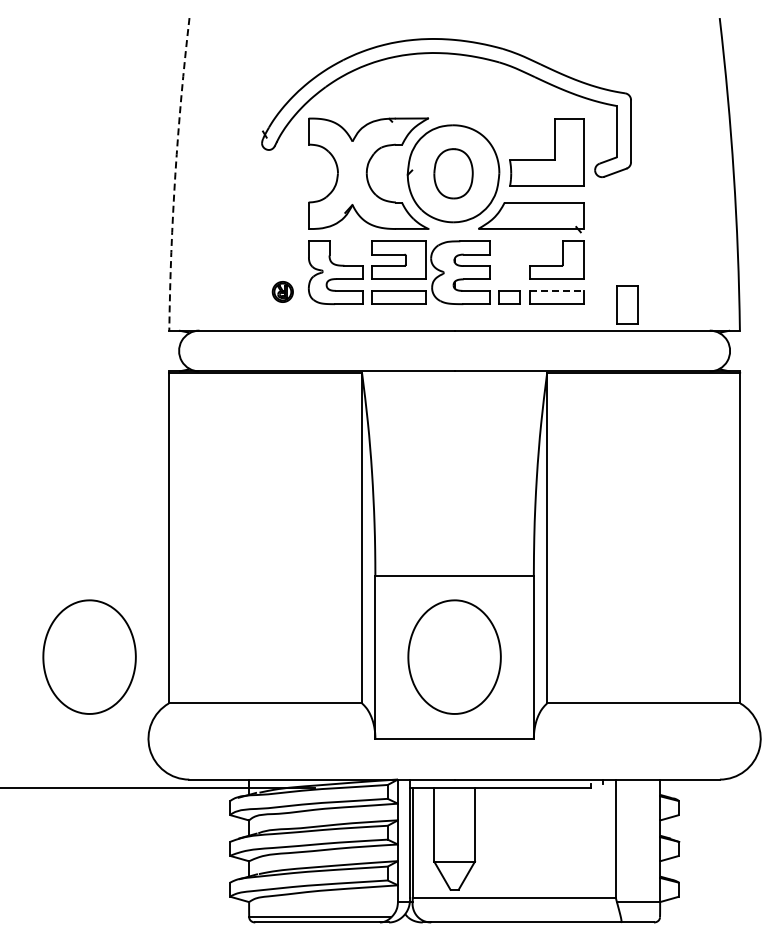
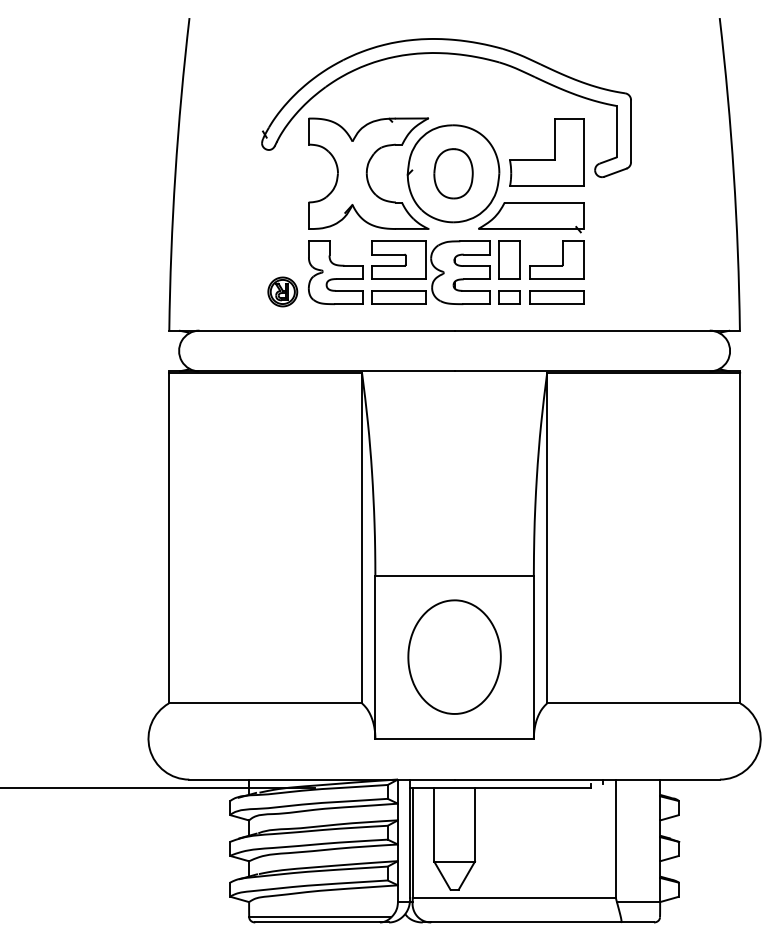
arc at (175, 174): dashed -> solid
line at (557, 290): dashed -> solid
part at (282, 291) size: 23x22 px -> 32x32 px
part at (627, 304) position: (627, 304) -> (509, 259)
part at (89, 656): present -> none
